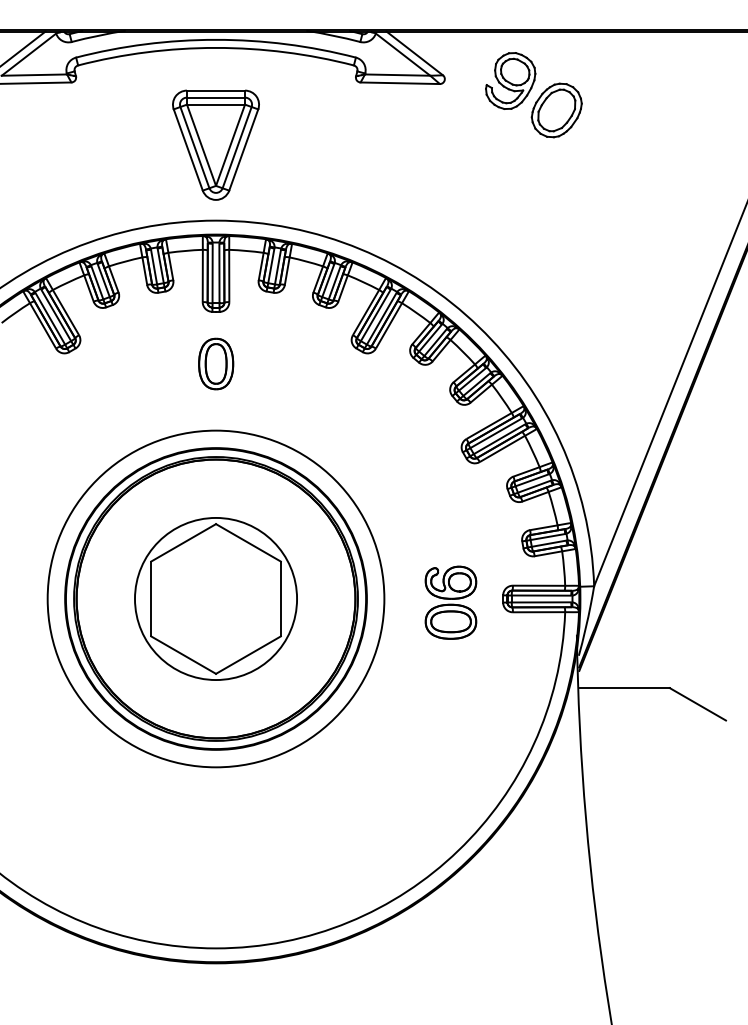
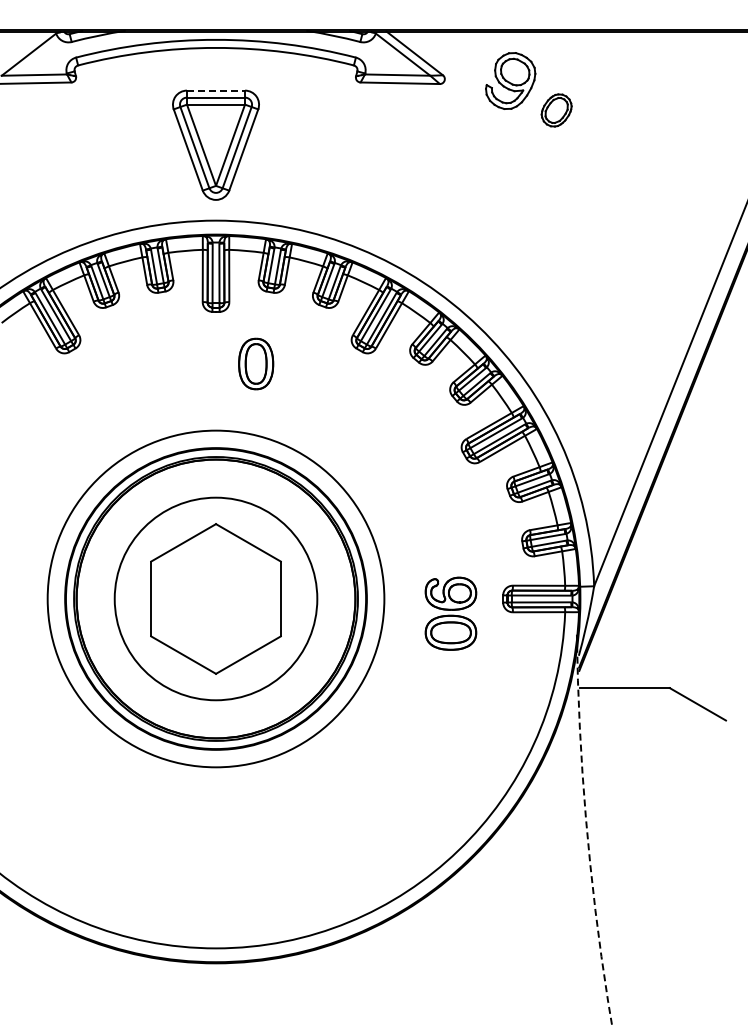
line at (23, 47): present -> none
line at (216, 90): solid -> dashed
part at (556, 110) size: 53x57 px -> 33x35 px
part at (216, 363) position: (216, 363) -> (256, 363)
circle at (216, 598) diameter: 162 px -> 203 px
part at (450, 602) position: (450, 602) -> (450, 613)
arc at (587, 830): solid -> dashed
